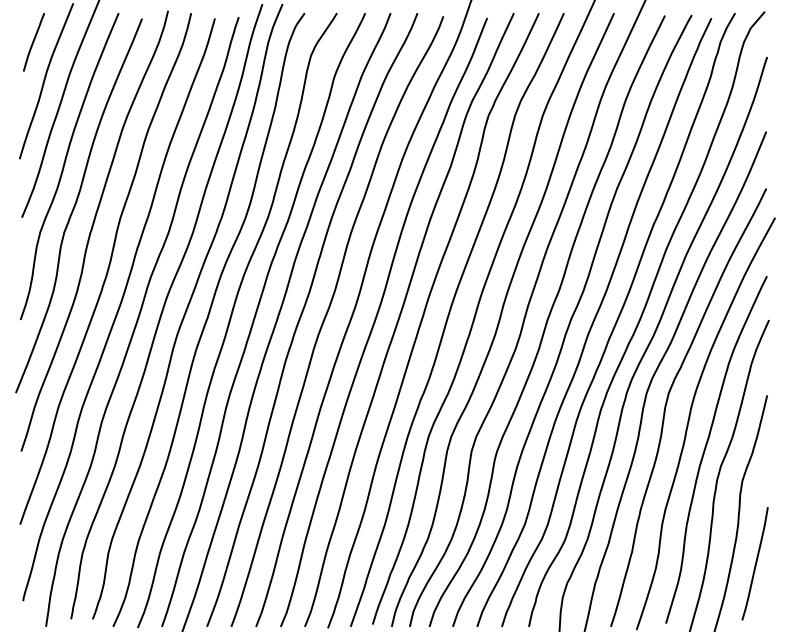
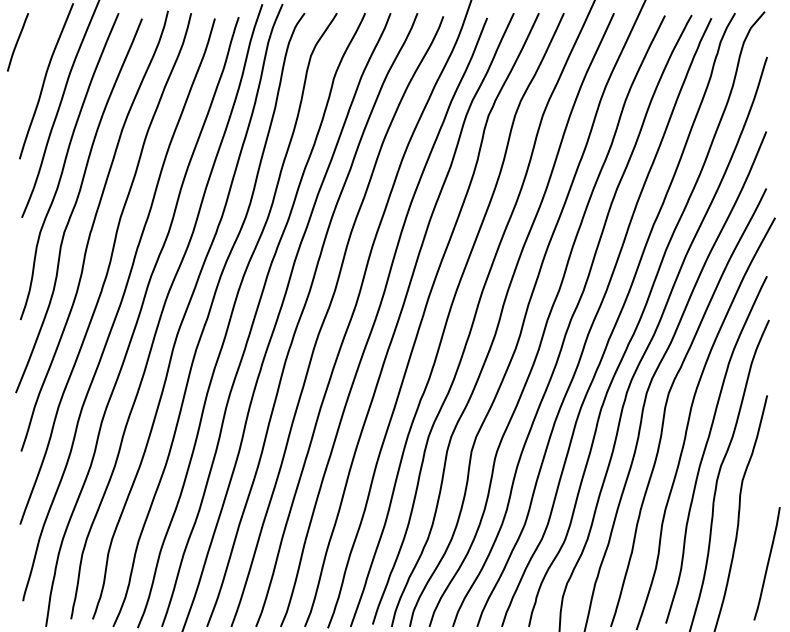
line at (34, 42) position: (34, 42) -> (18, 42)
curve at (755, 563) position: (755, 563) -> (767, 563)
